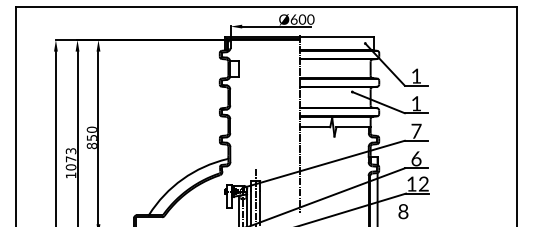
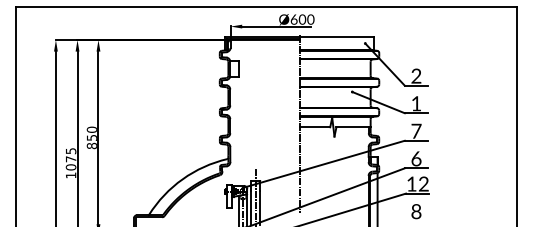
text at (416, 75): 1 -> 2
text at (70, 150): 1073 -> 1075
text at (403, 211) position: (403, 211) -> (416, 211)
